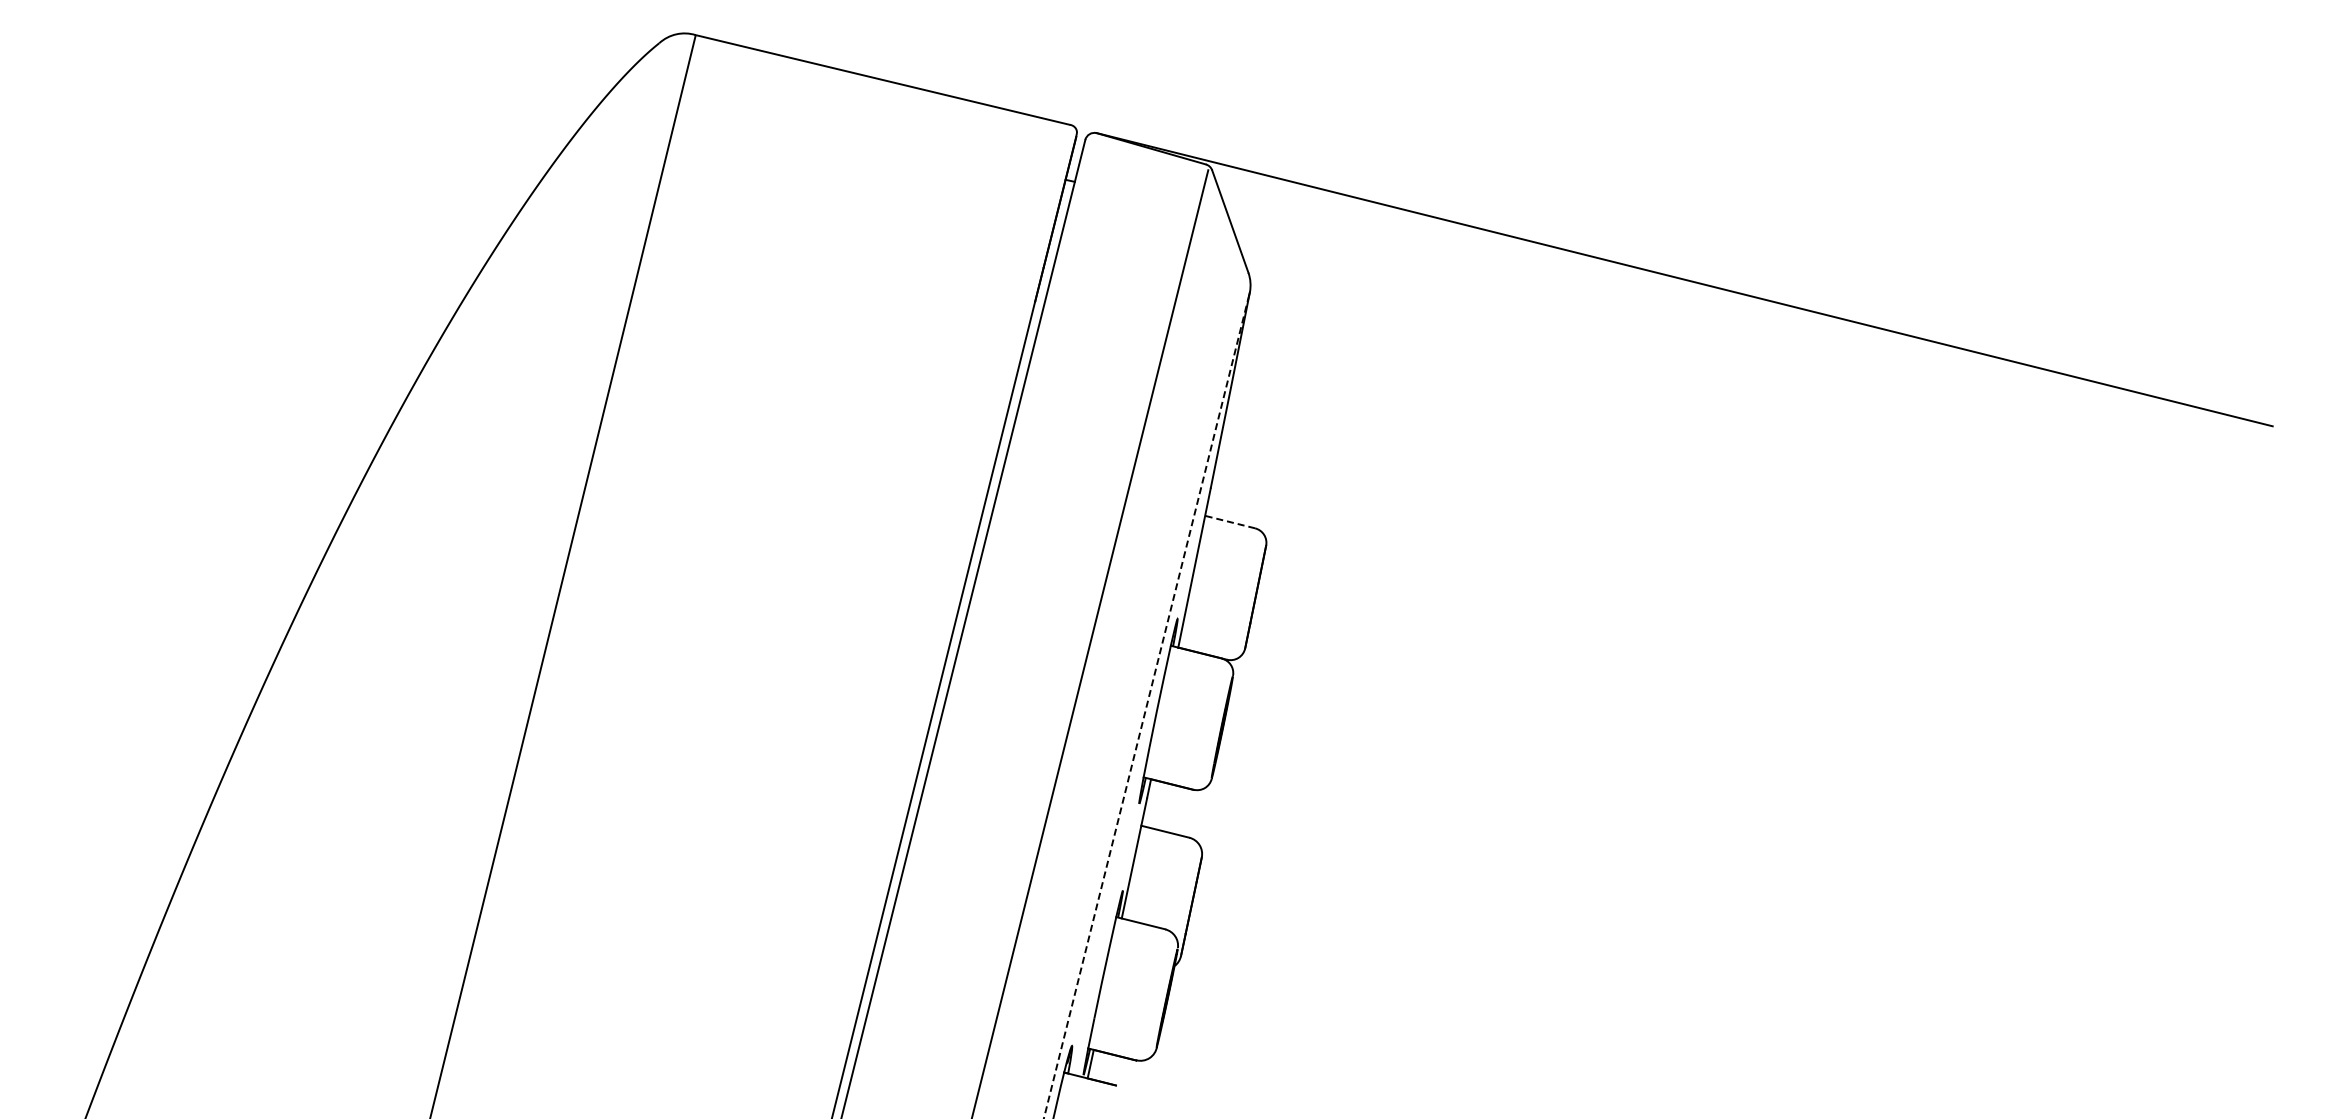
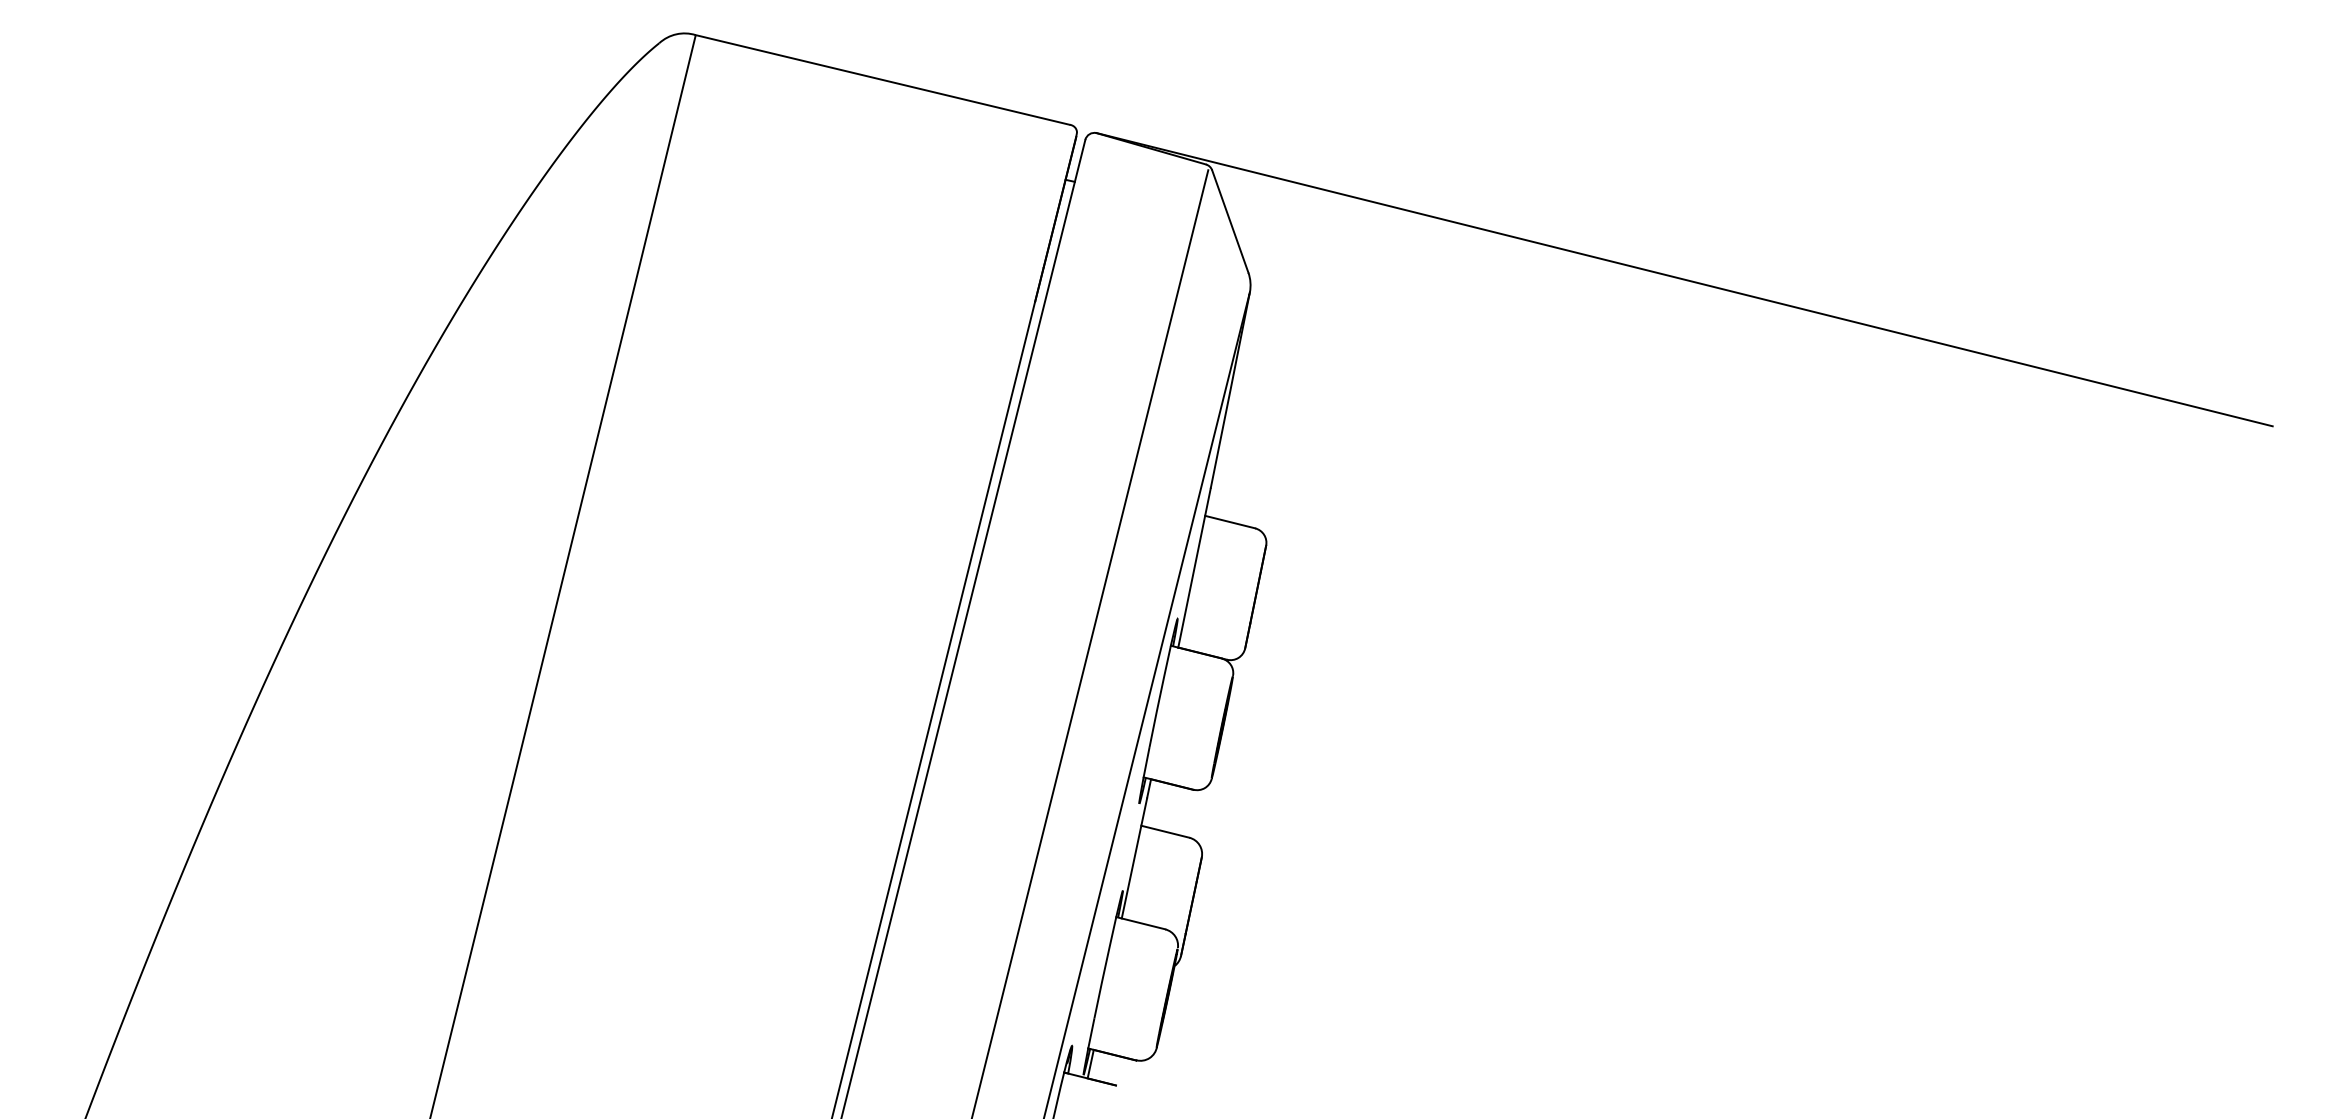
line at (1230, 522): dashed -> solid
line at (1146, 707): dashed -> solid
